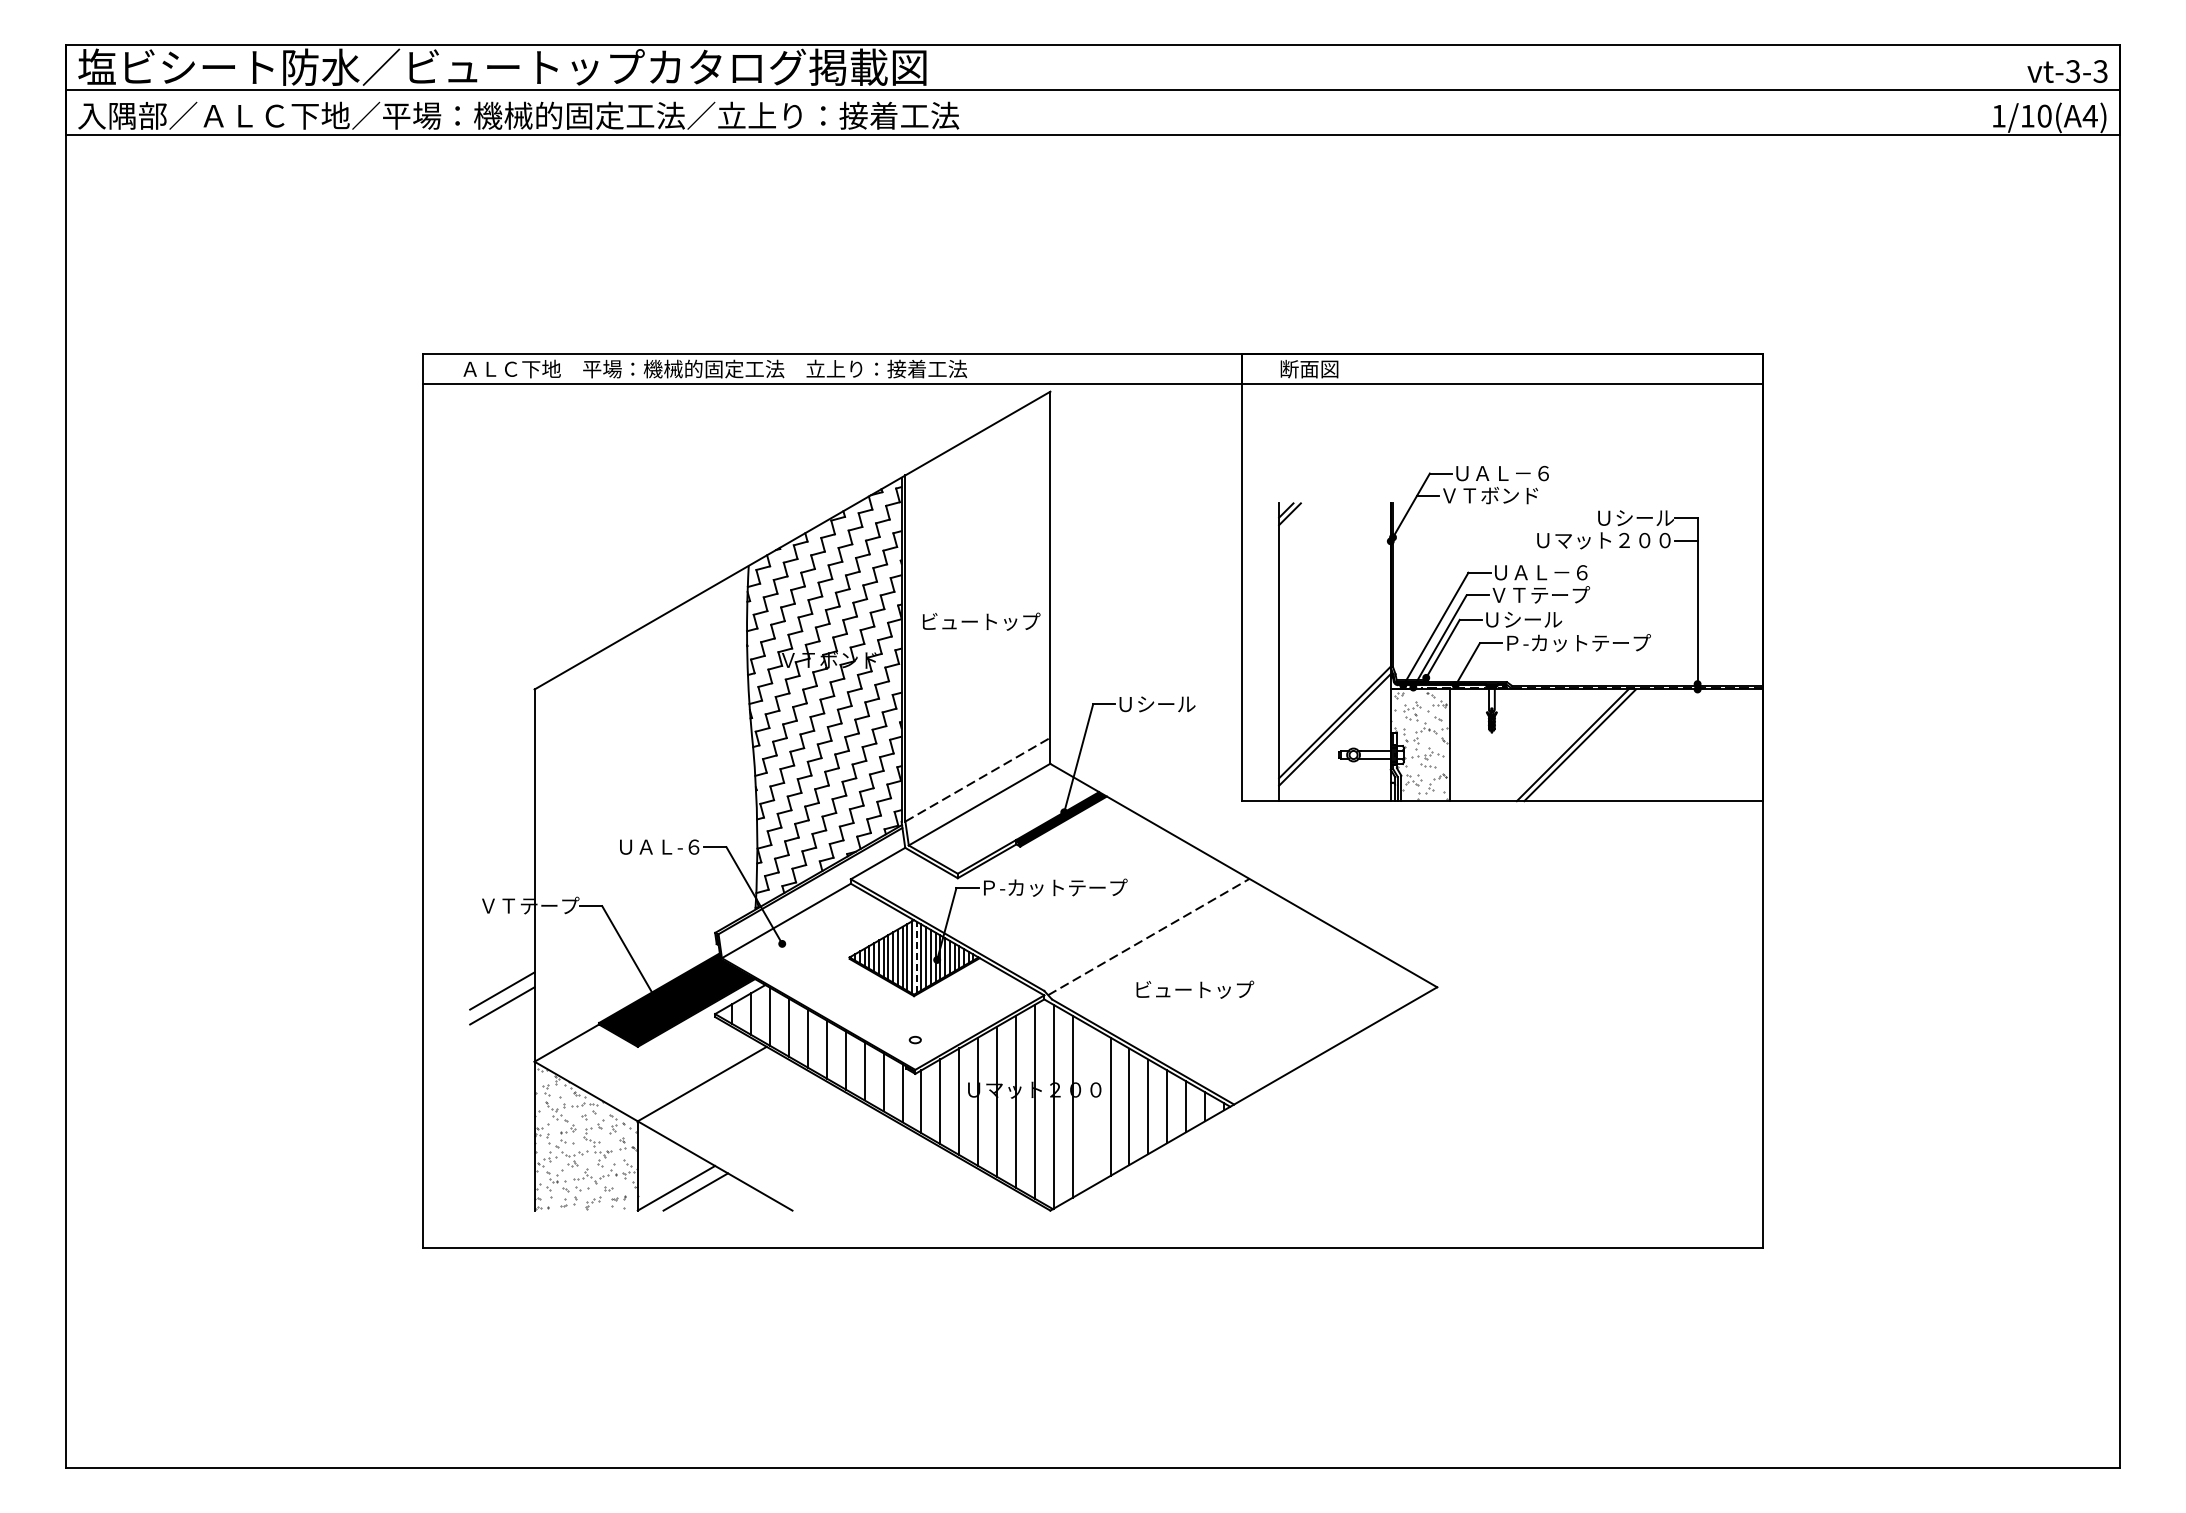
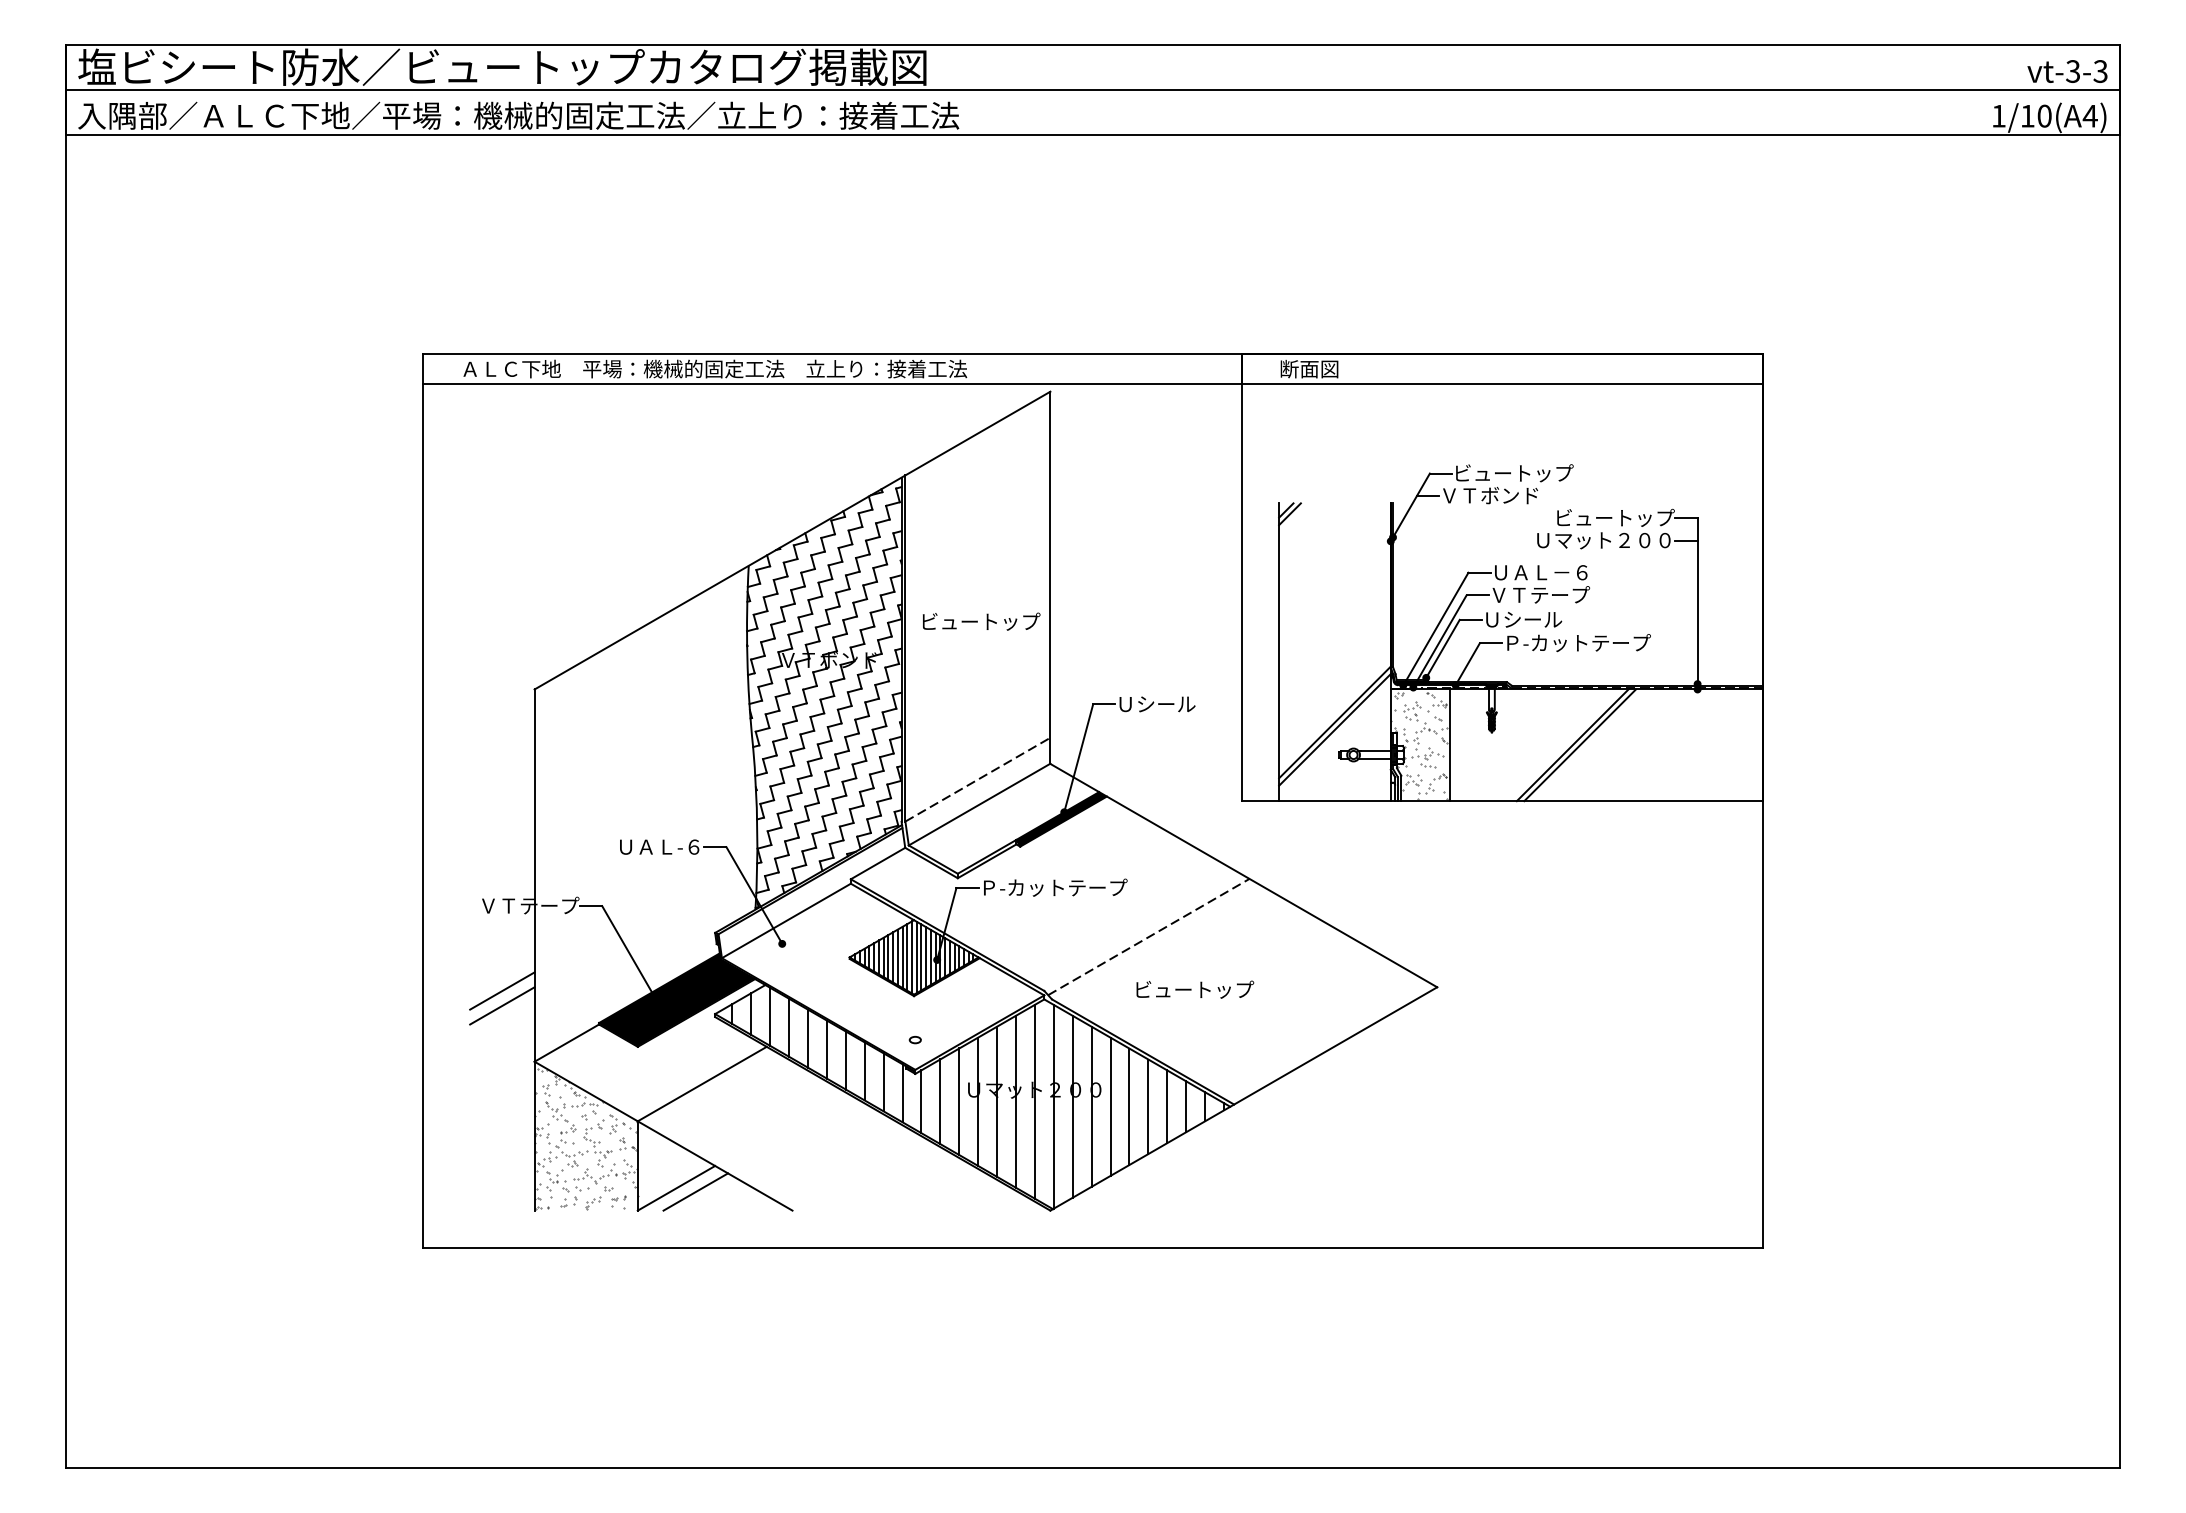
text at (1514, 473): ＵＡＬ－６ -> ビュートップ
text at (1615, 517): Ｕシール -> ビュートップ
line at (916, 957): dashed -> solid
line at (1091, 1106): none -> present
